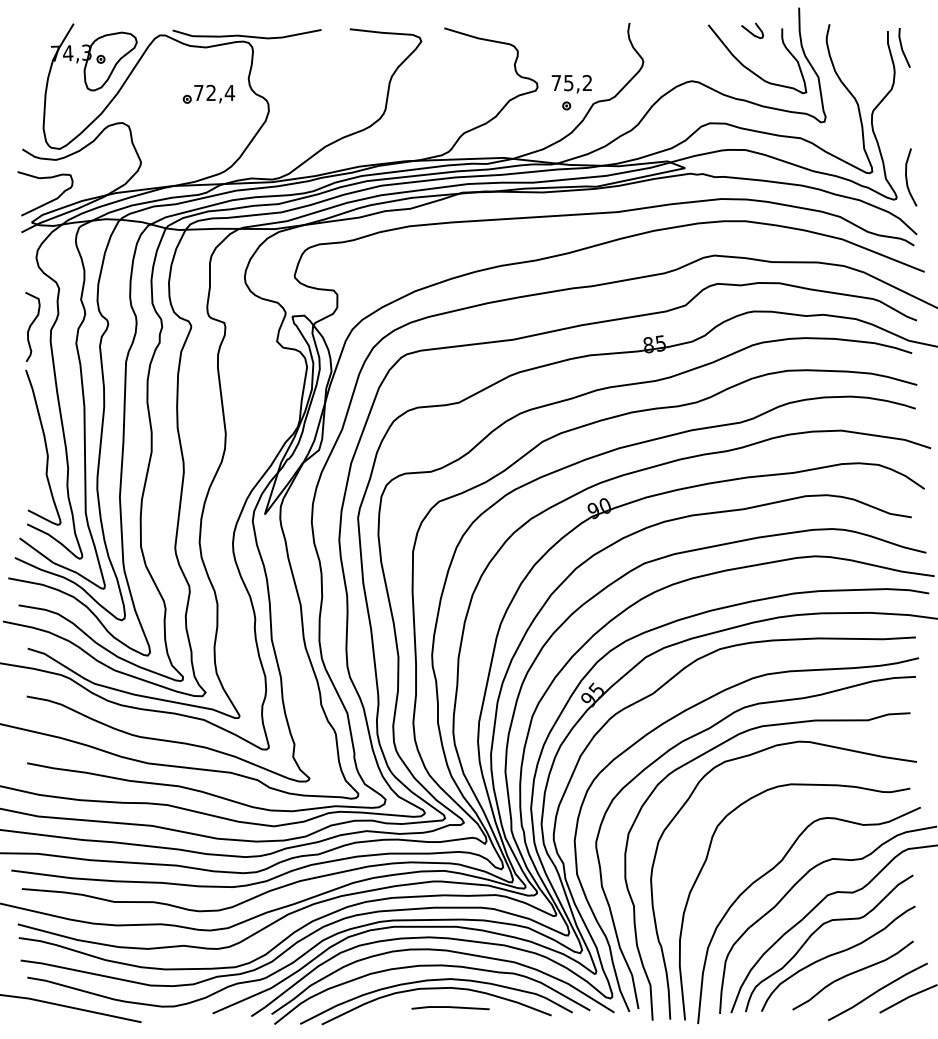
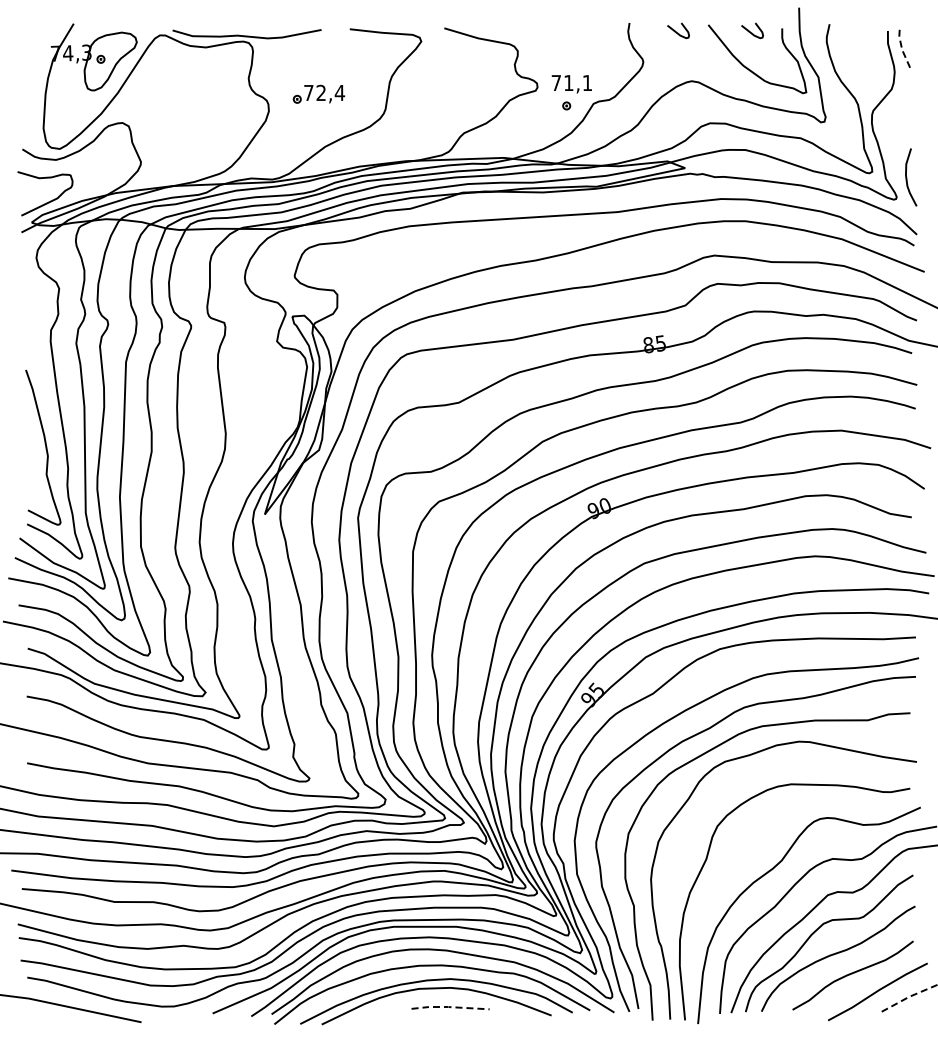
curve at (678, 32): none -> present
line at (901, 48): solid -> dashed
text at (577, 82): 75,2 -> 71,1
part at (208, 93) position: (208, 93) -> (318, 93)
curve at (31, 326): present -> none
line at (908, 997): solid -> dashed
line at (449, 1007): solid -> dashed
